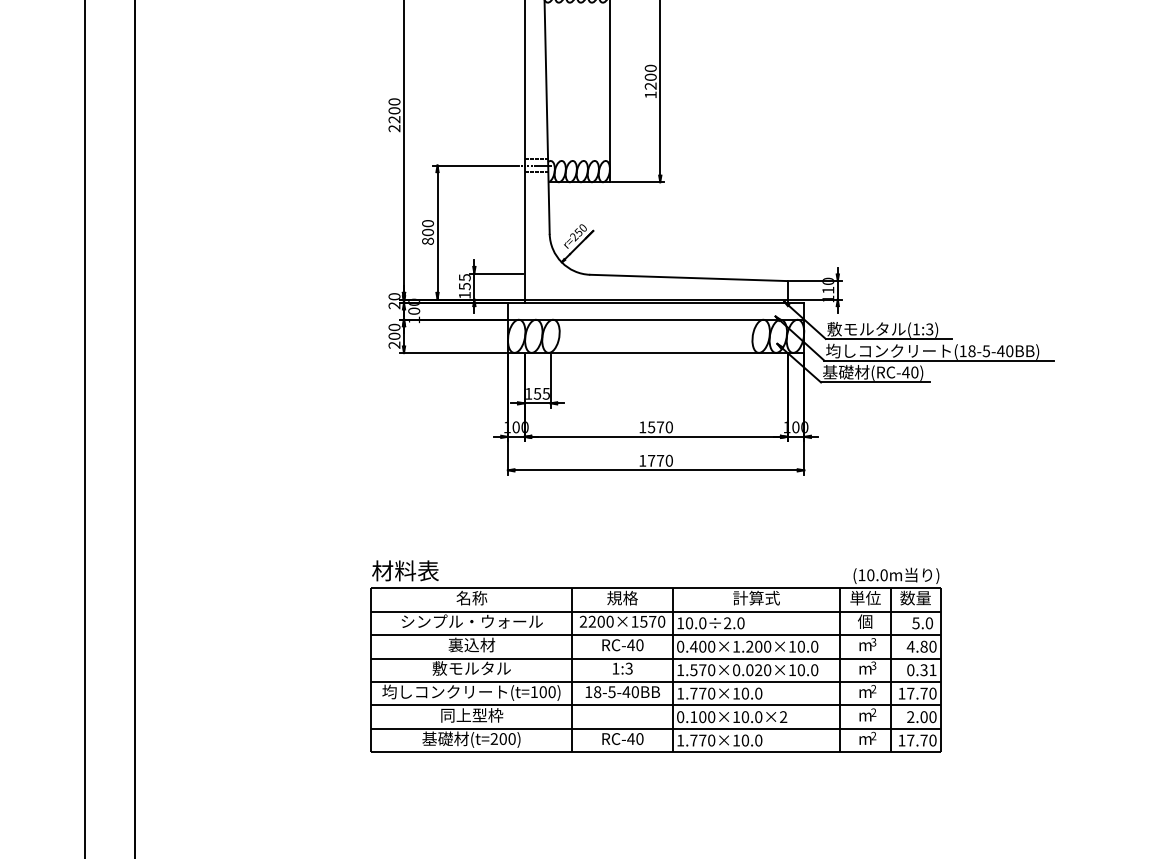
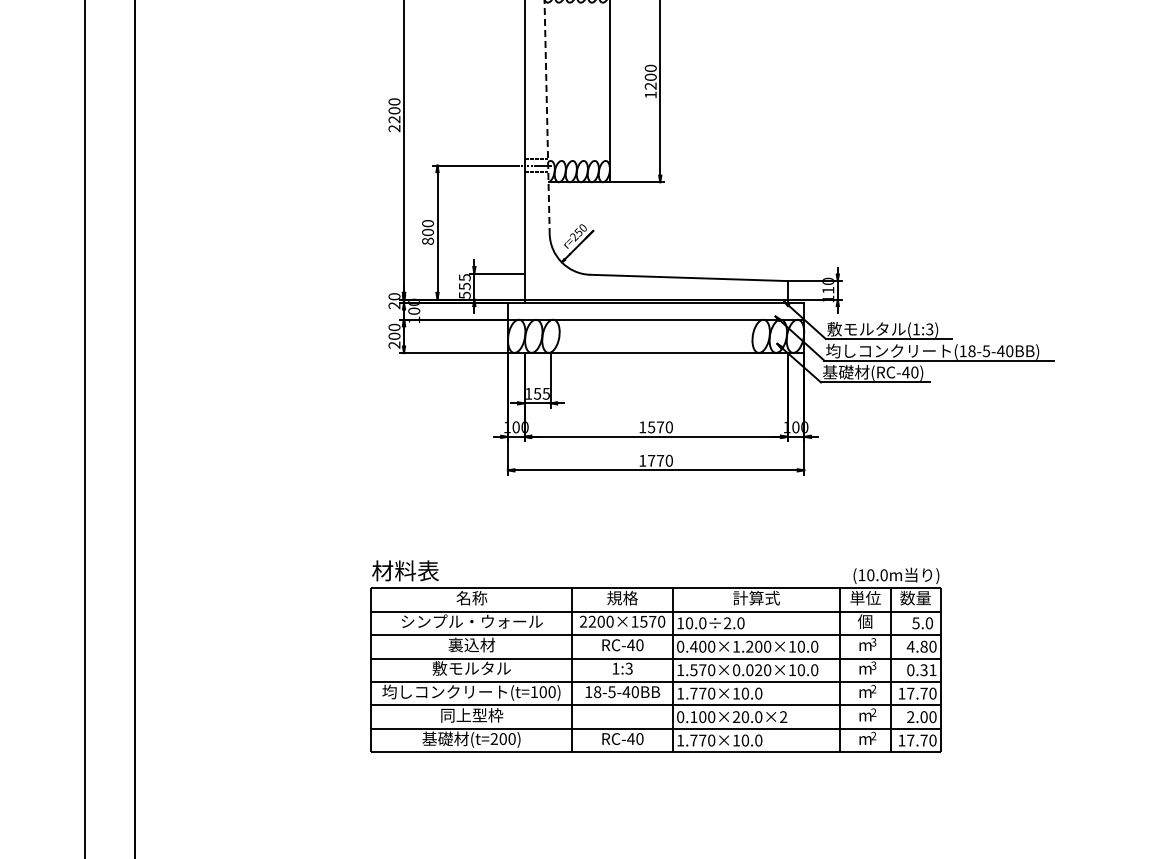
line at (547, 117): solid -> dashed
text at (464, 294): 155 -> 555
text at (736, 716): 0.100×10.0×2 -> 0.100×20.0×2
